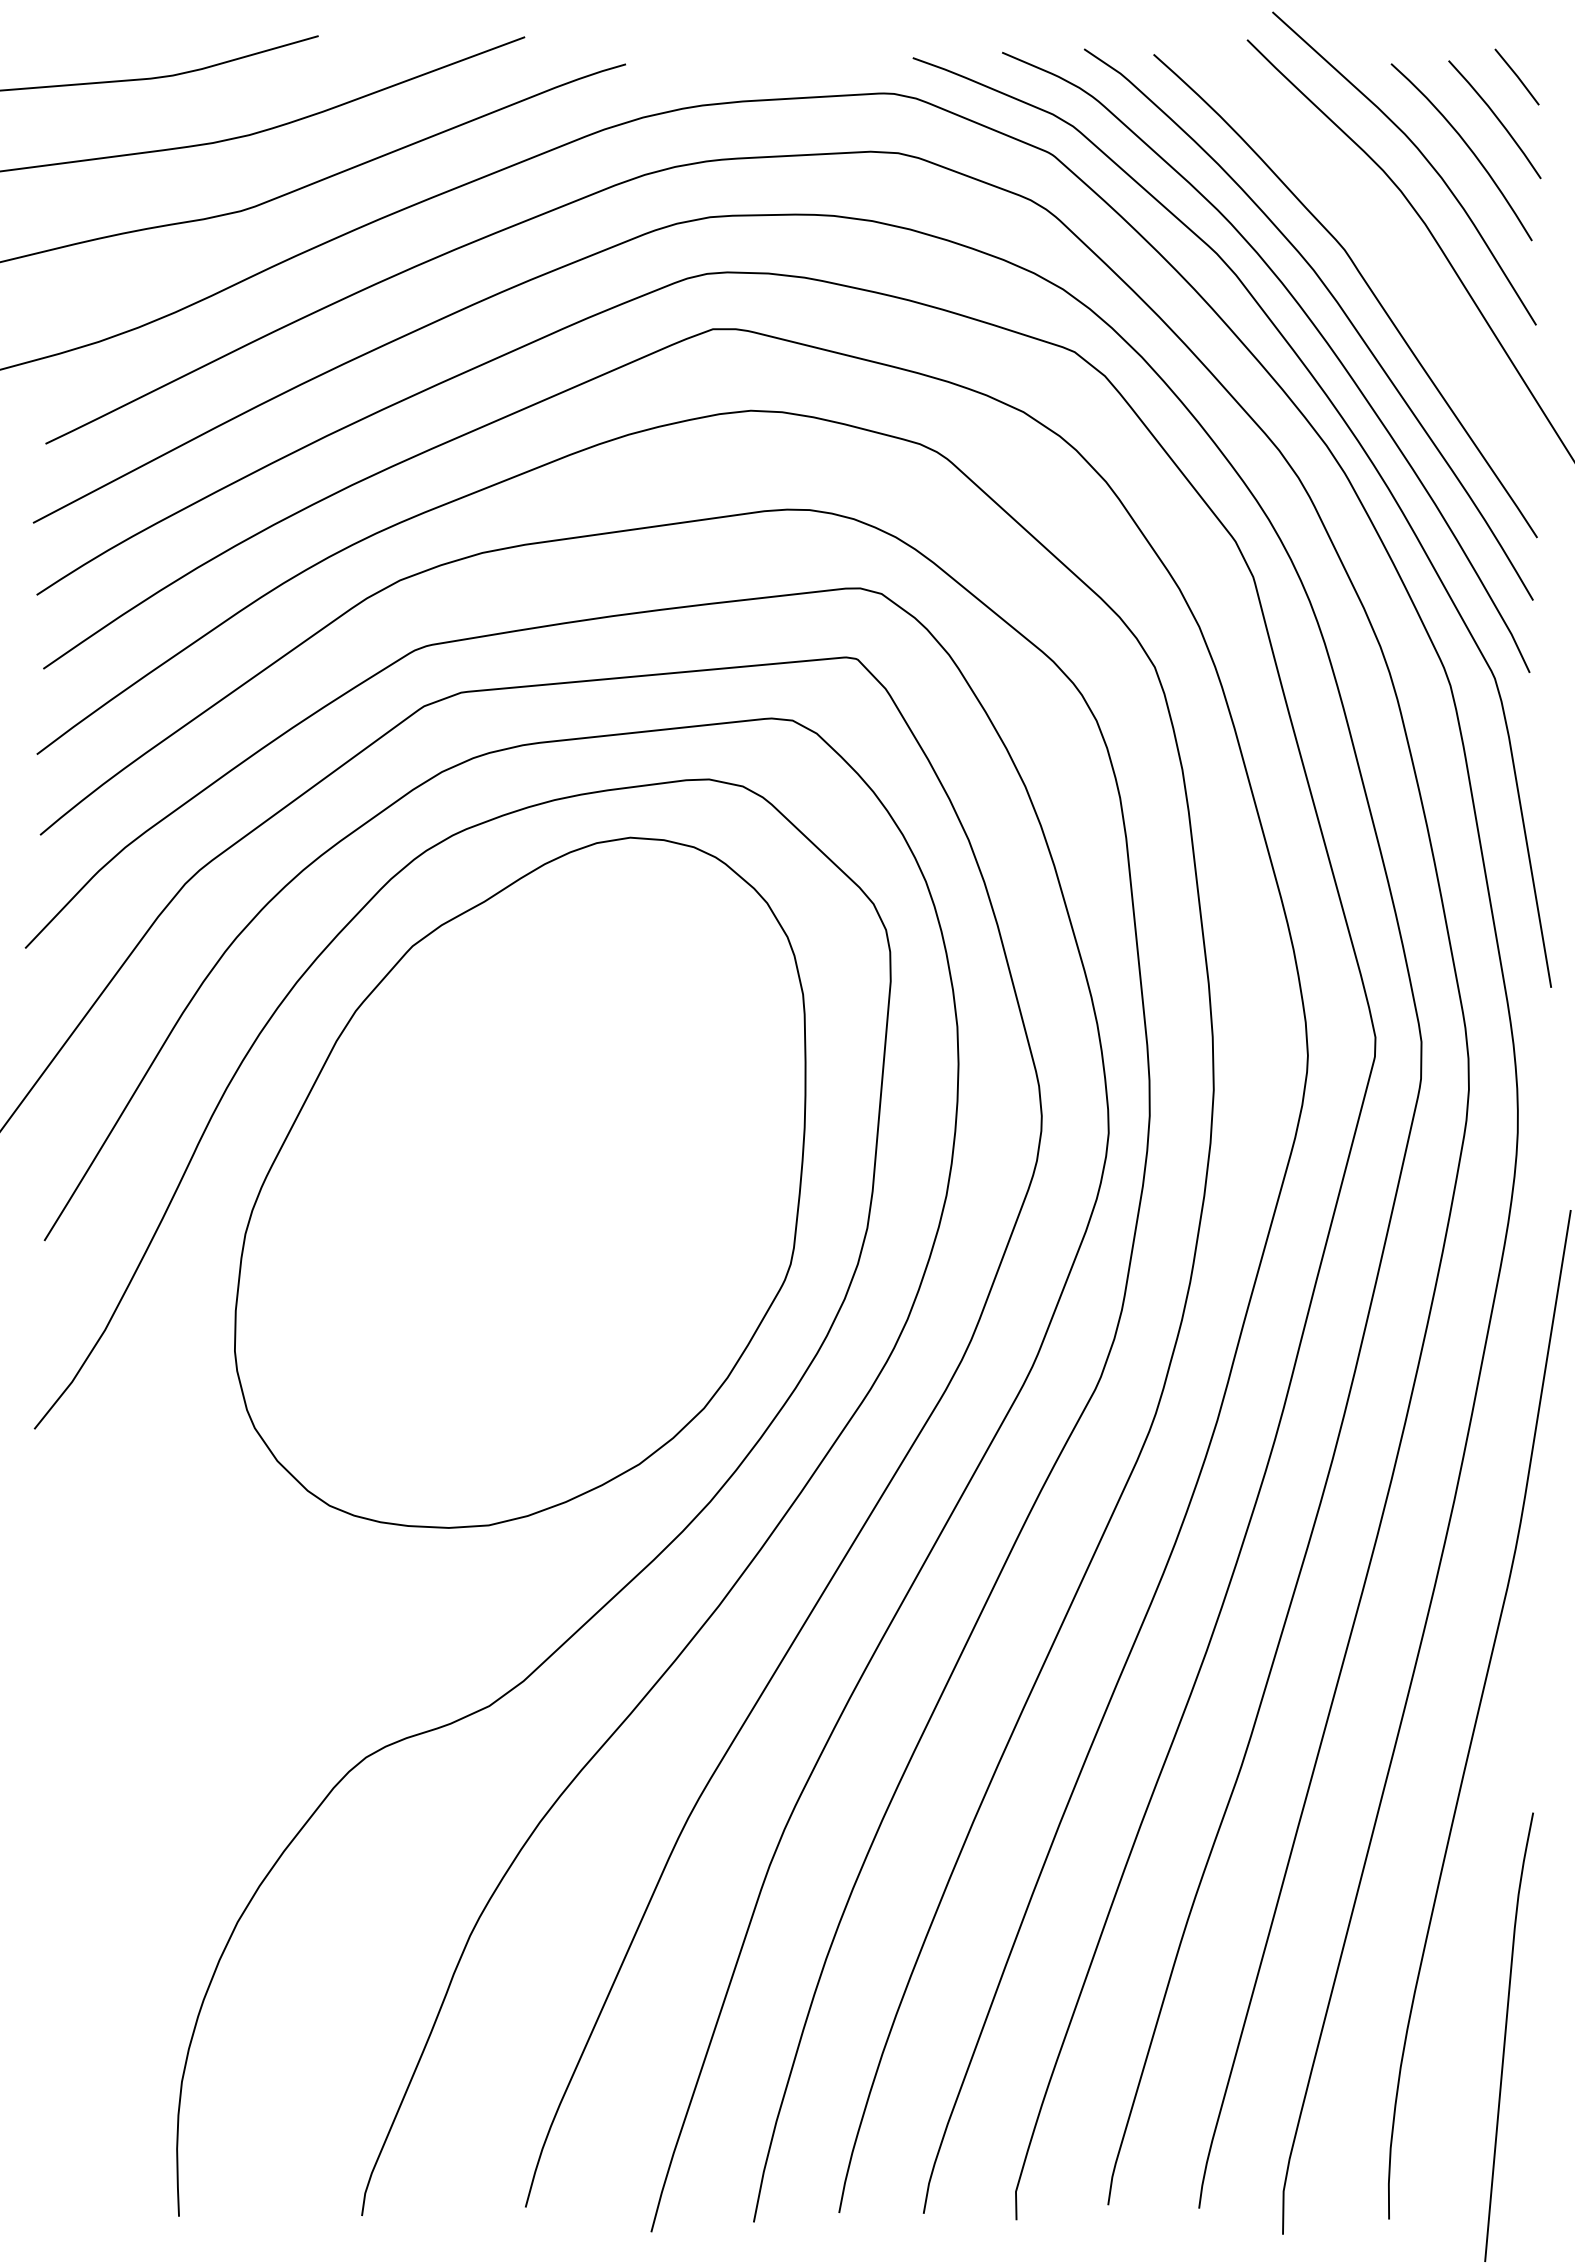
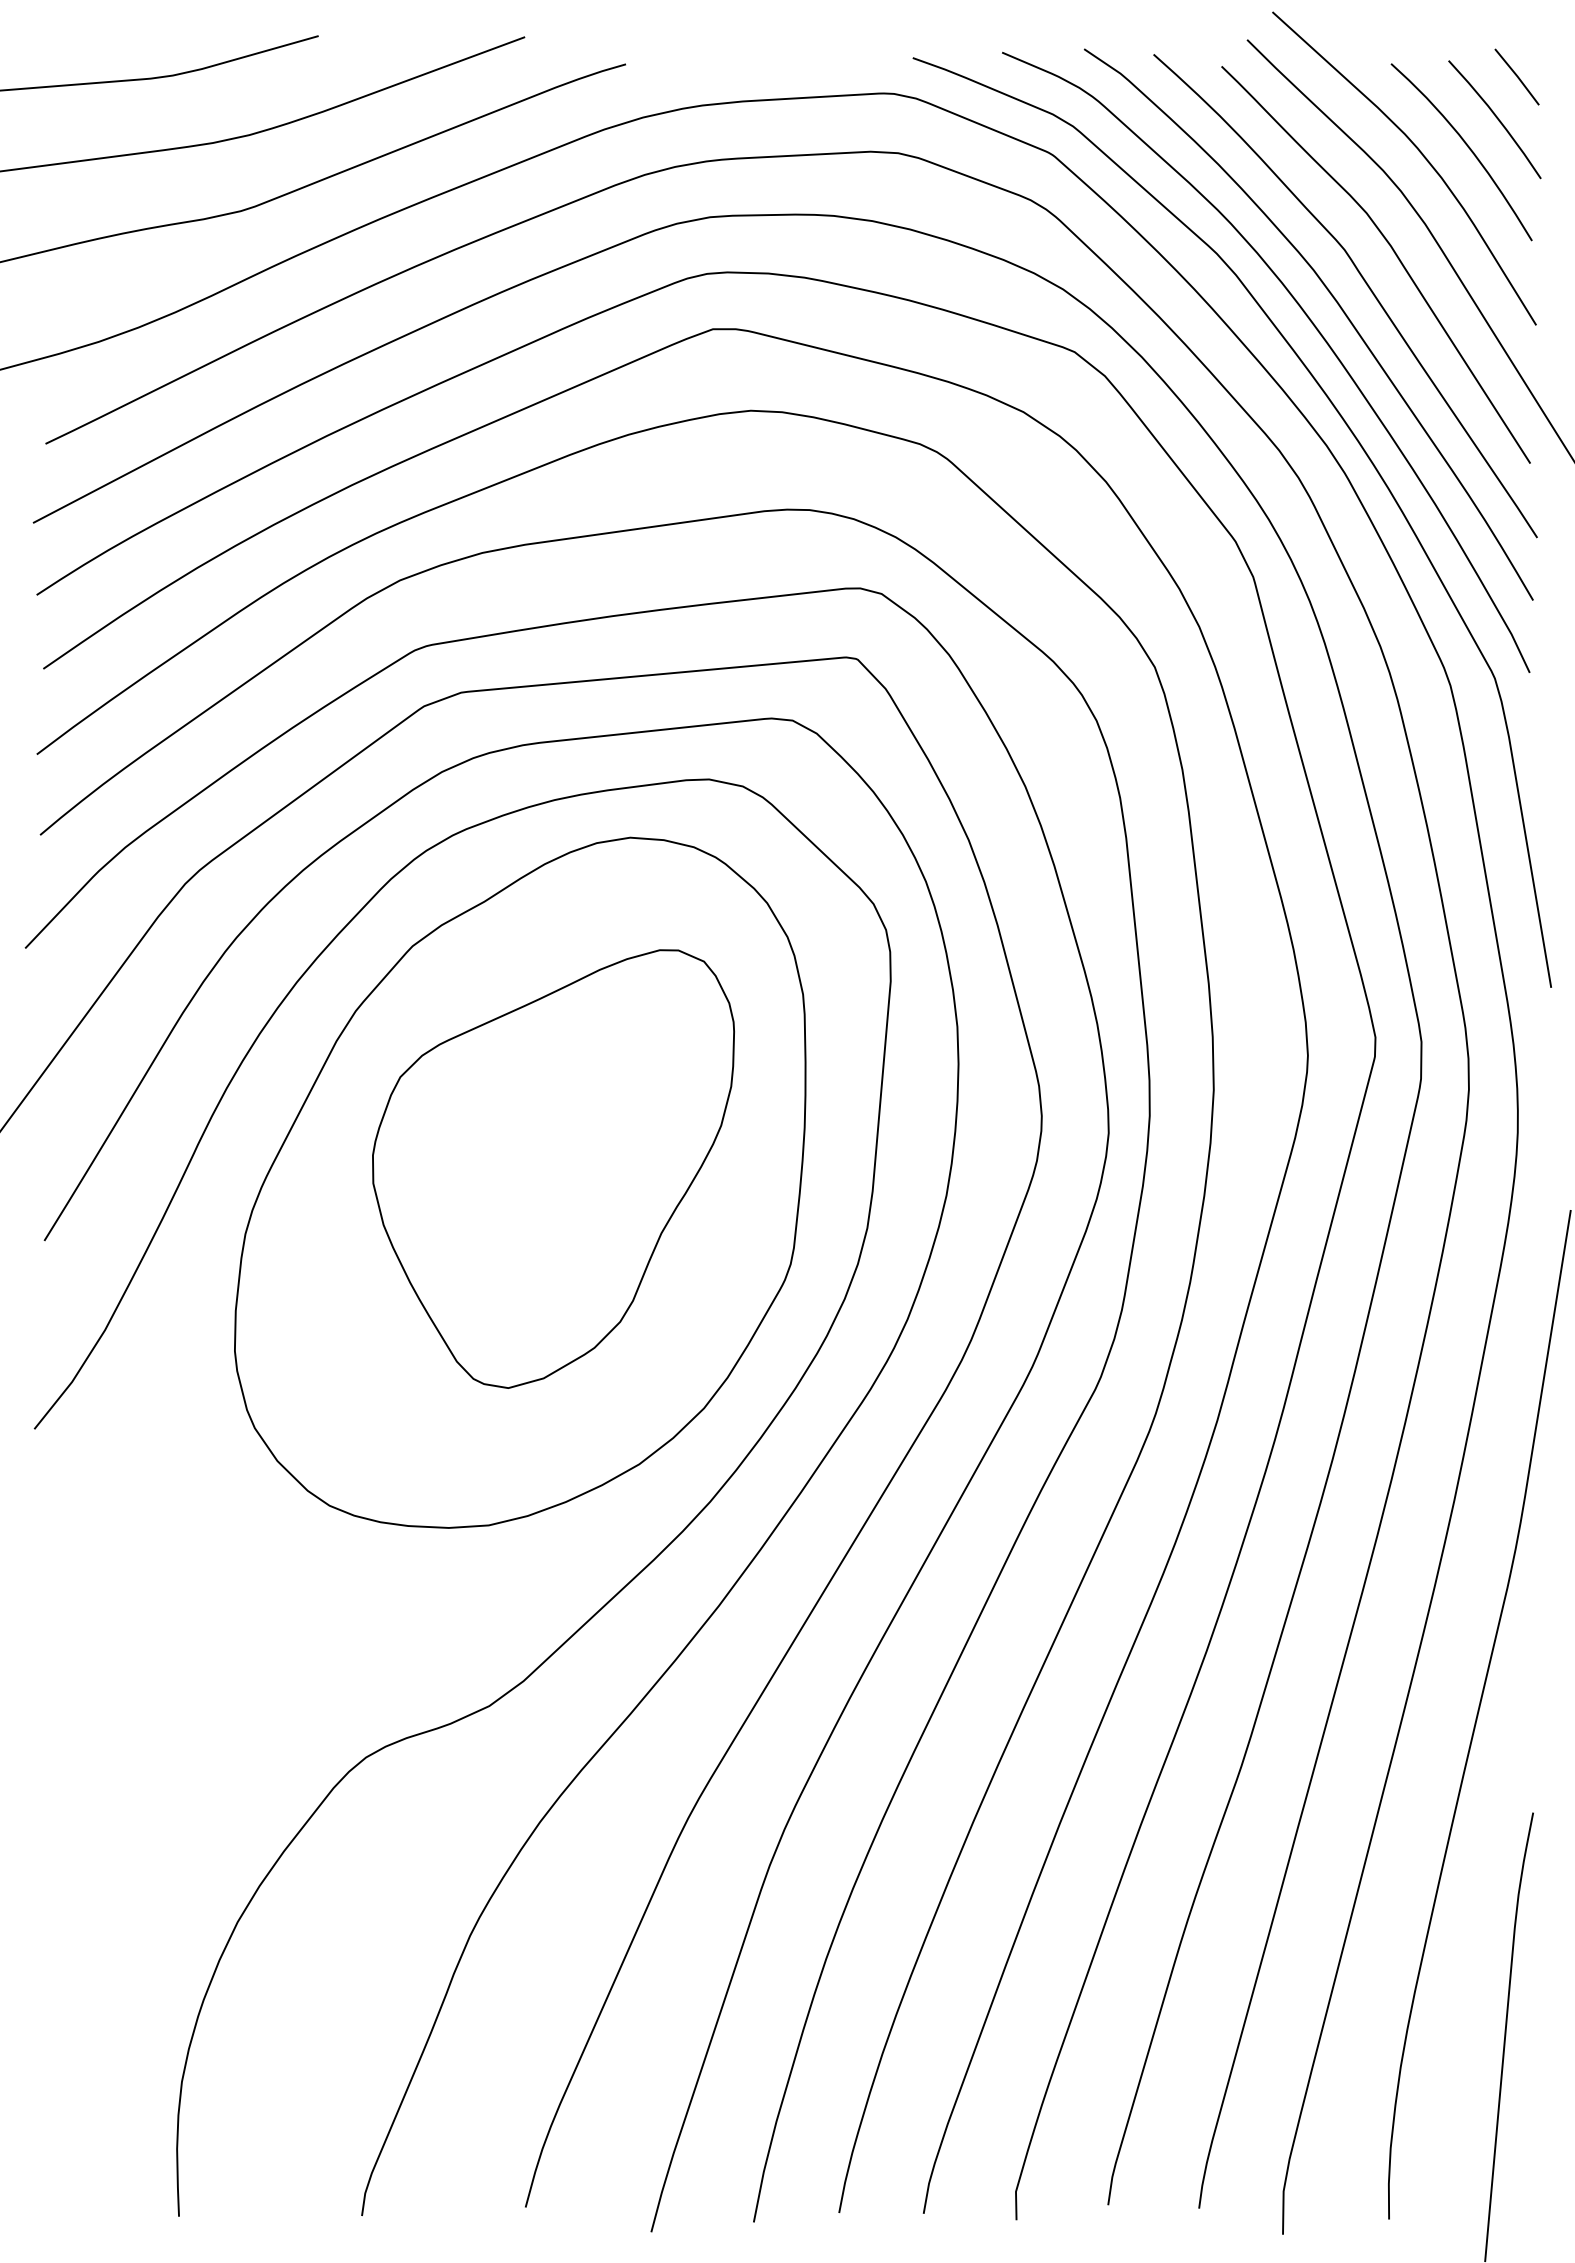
curve at (1393, 252): none -> present
part at (553, 1168): none -> present
